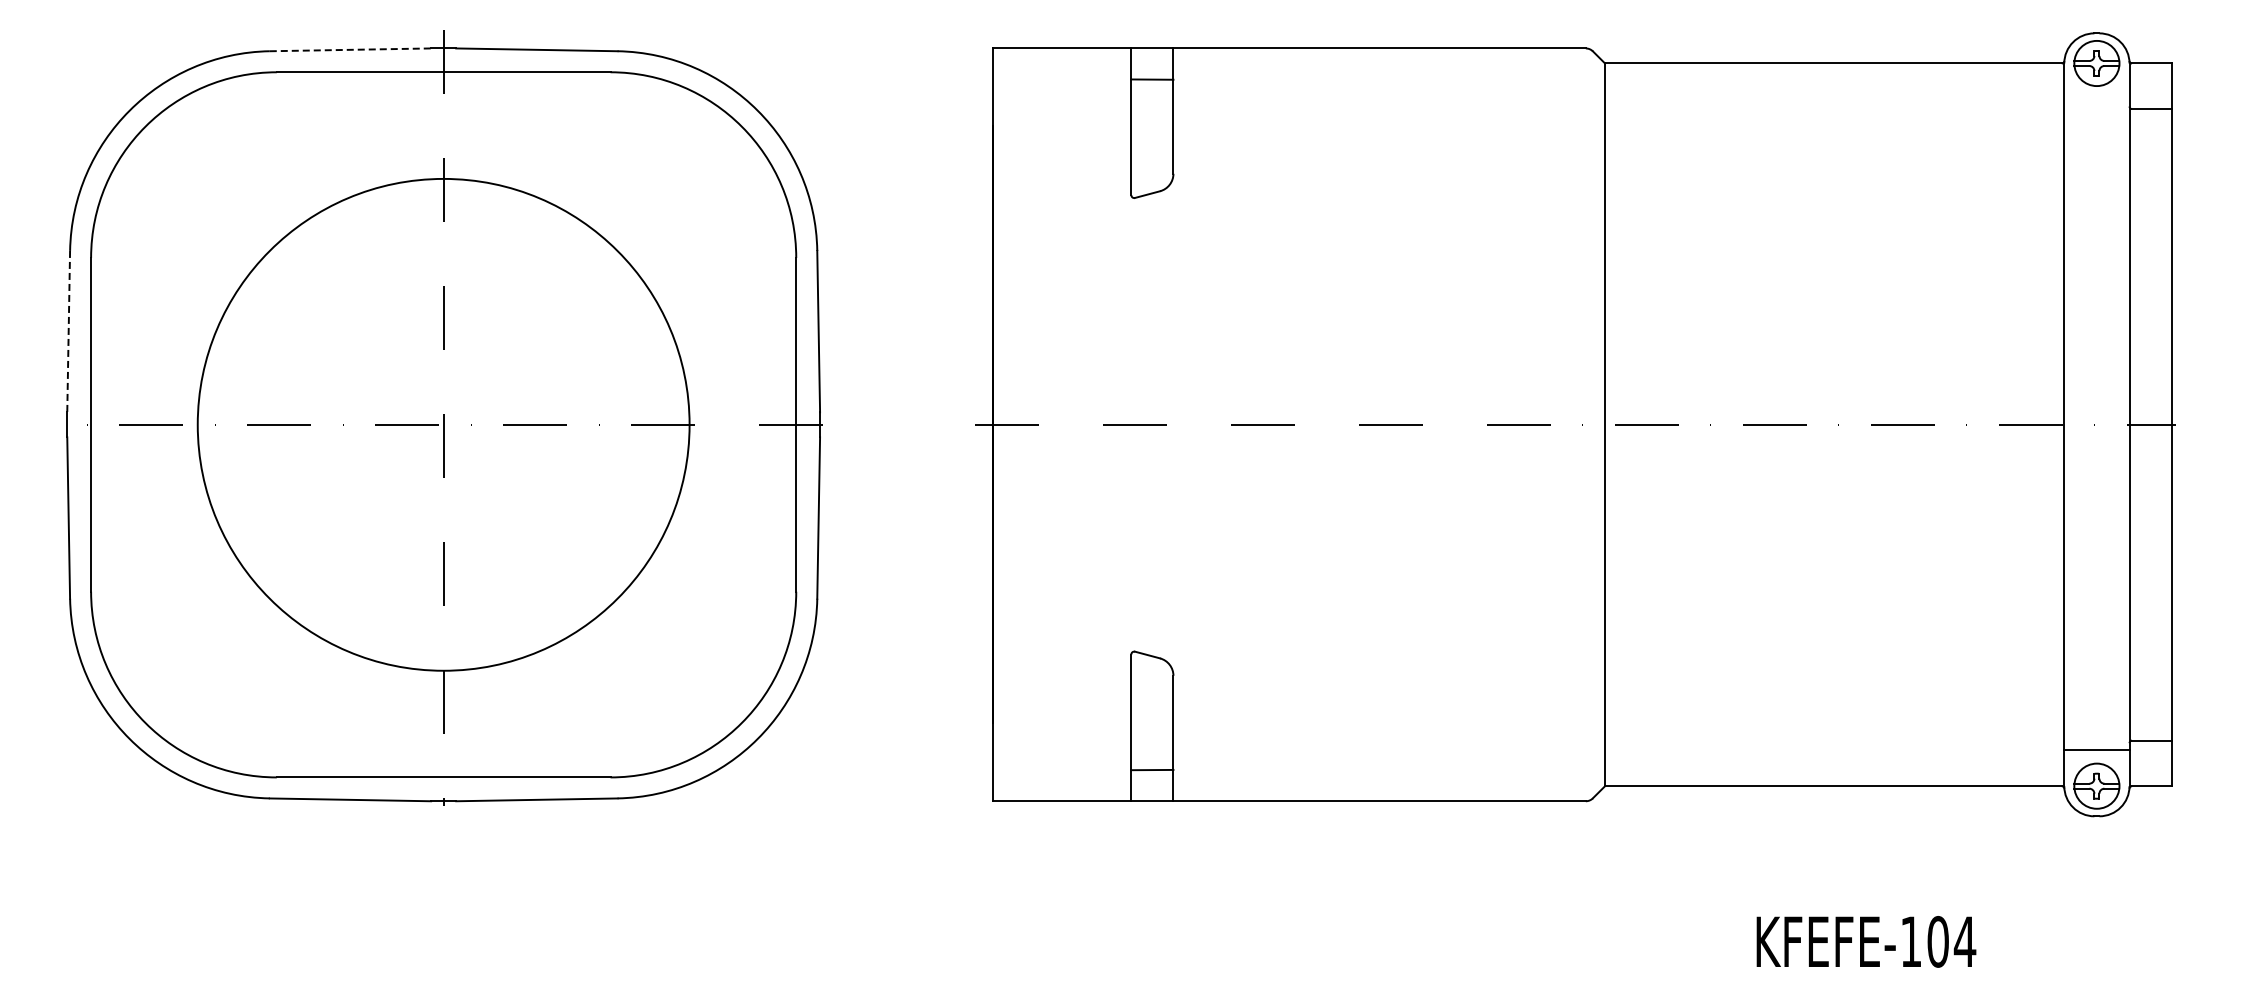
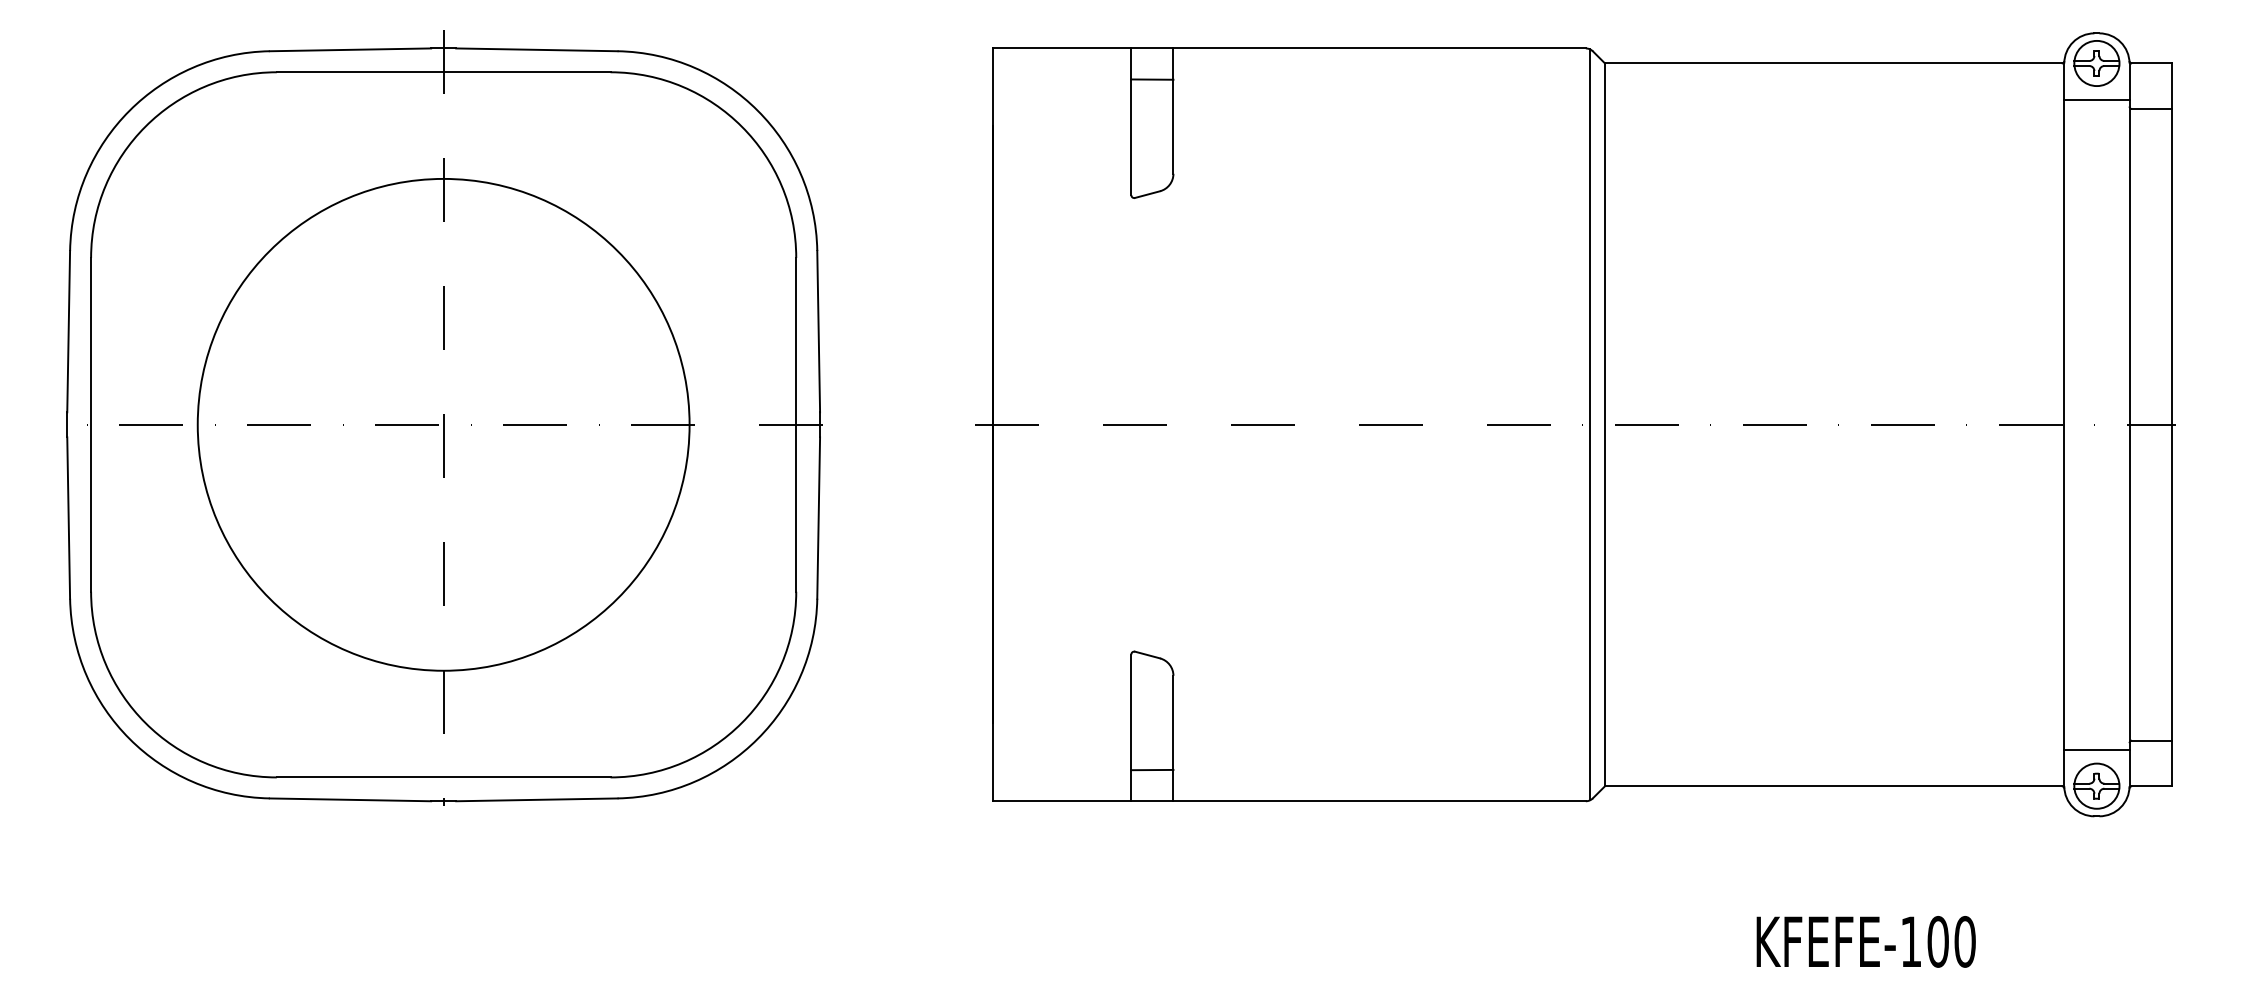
line at (350, 49): dashed -> solid
line at (2096, 99): none -> present
line at (68, 331): dashed -> solid
line at (1590, 424): none -> present
text at (1964, 941): KFEFE-104 -> KFEFE-100
